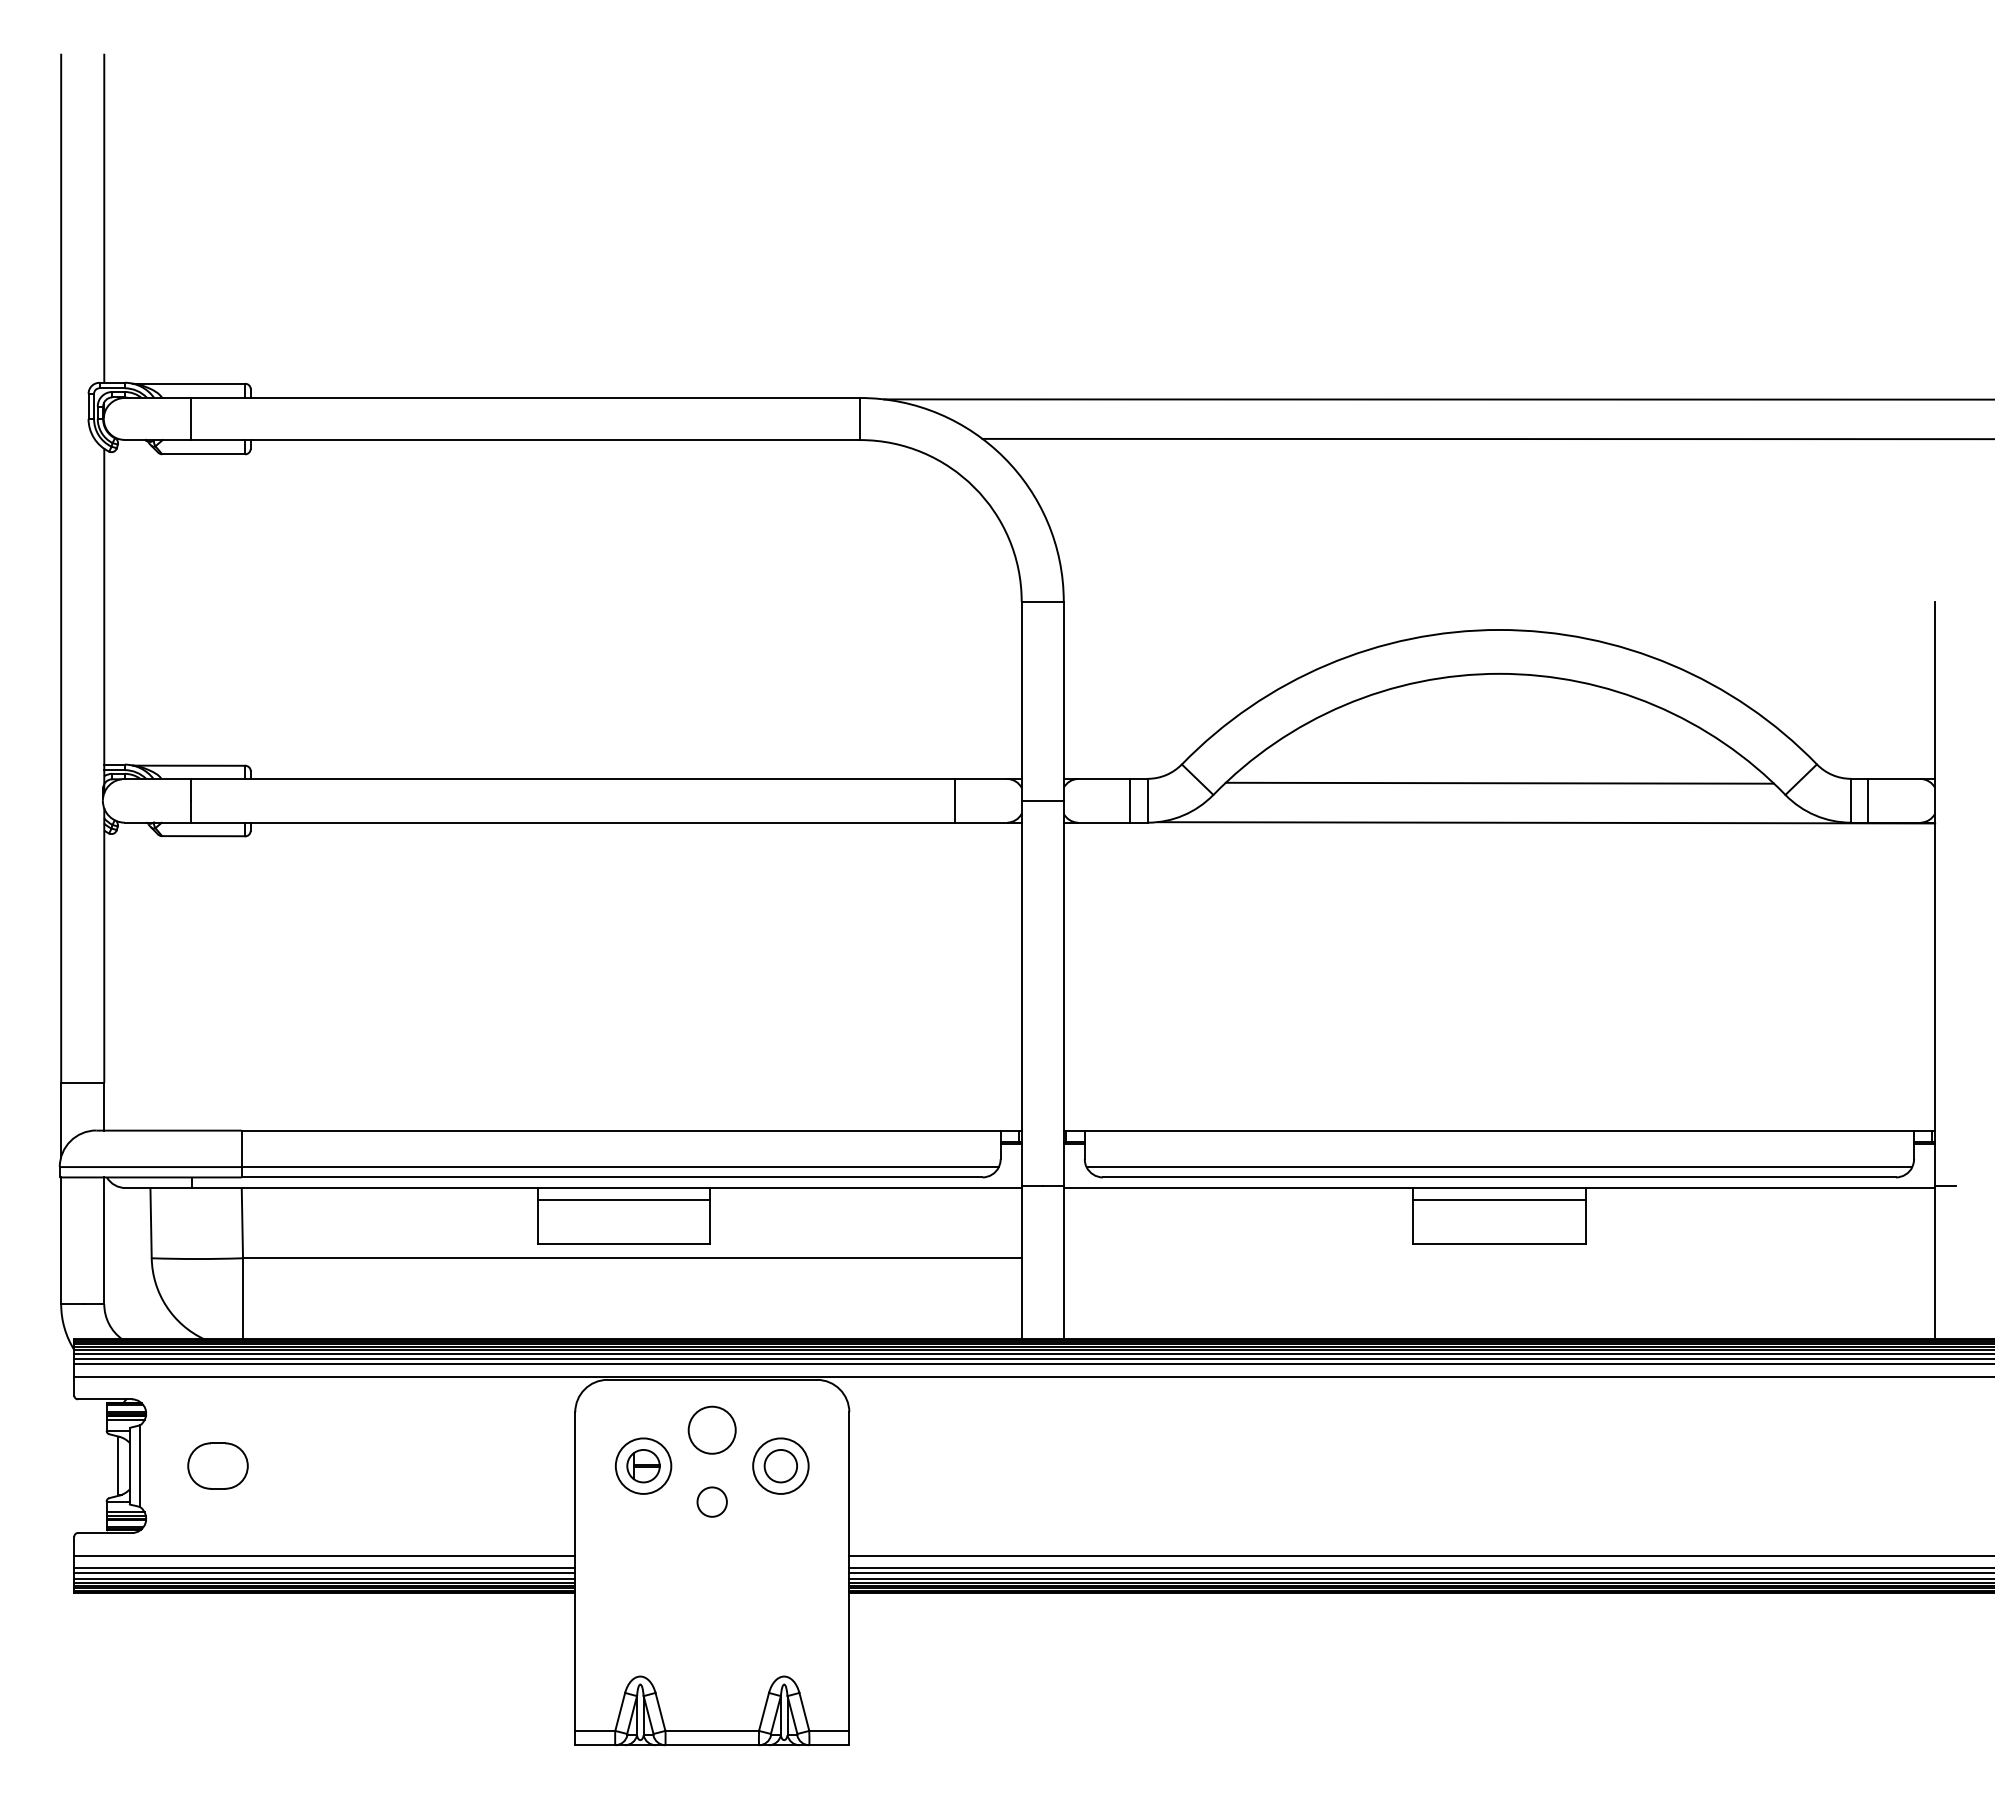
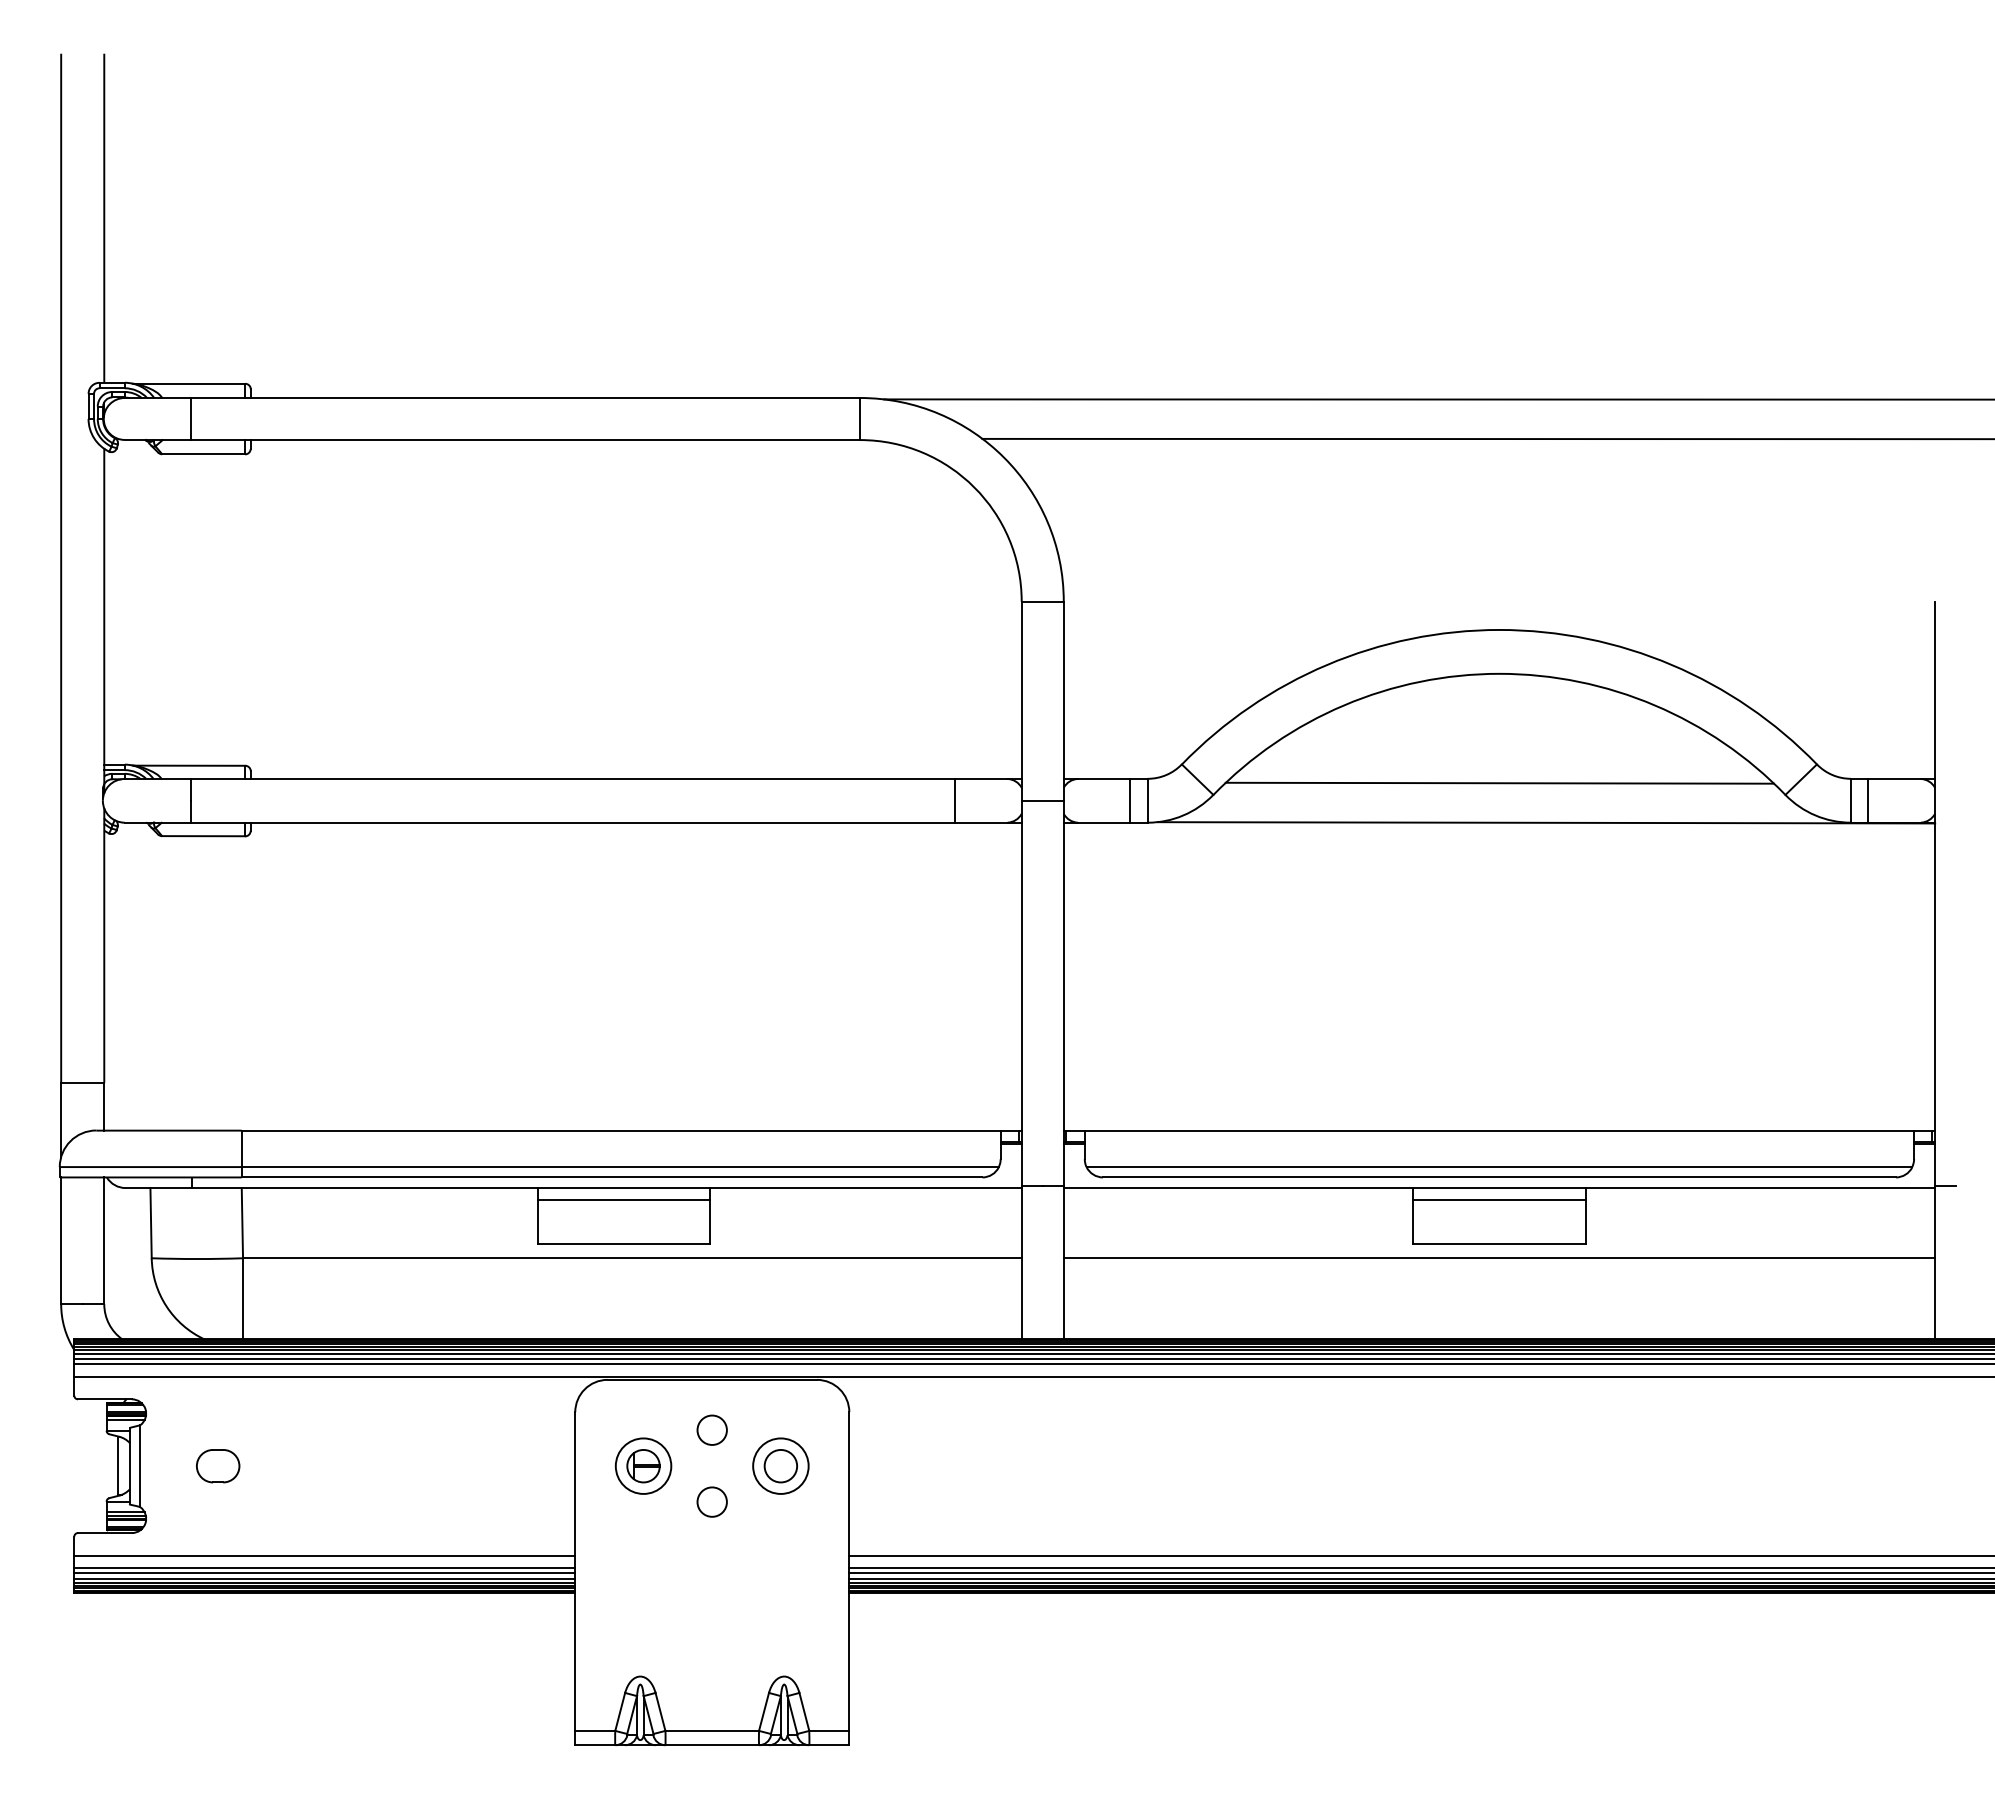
line at (1499, 1258): none -> present
circle at (711, 1429) diameter: 47 px -> 29 px
part at (217, 1465) size: 62x48 px -> 45x35 px
